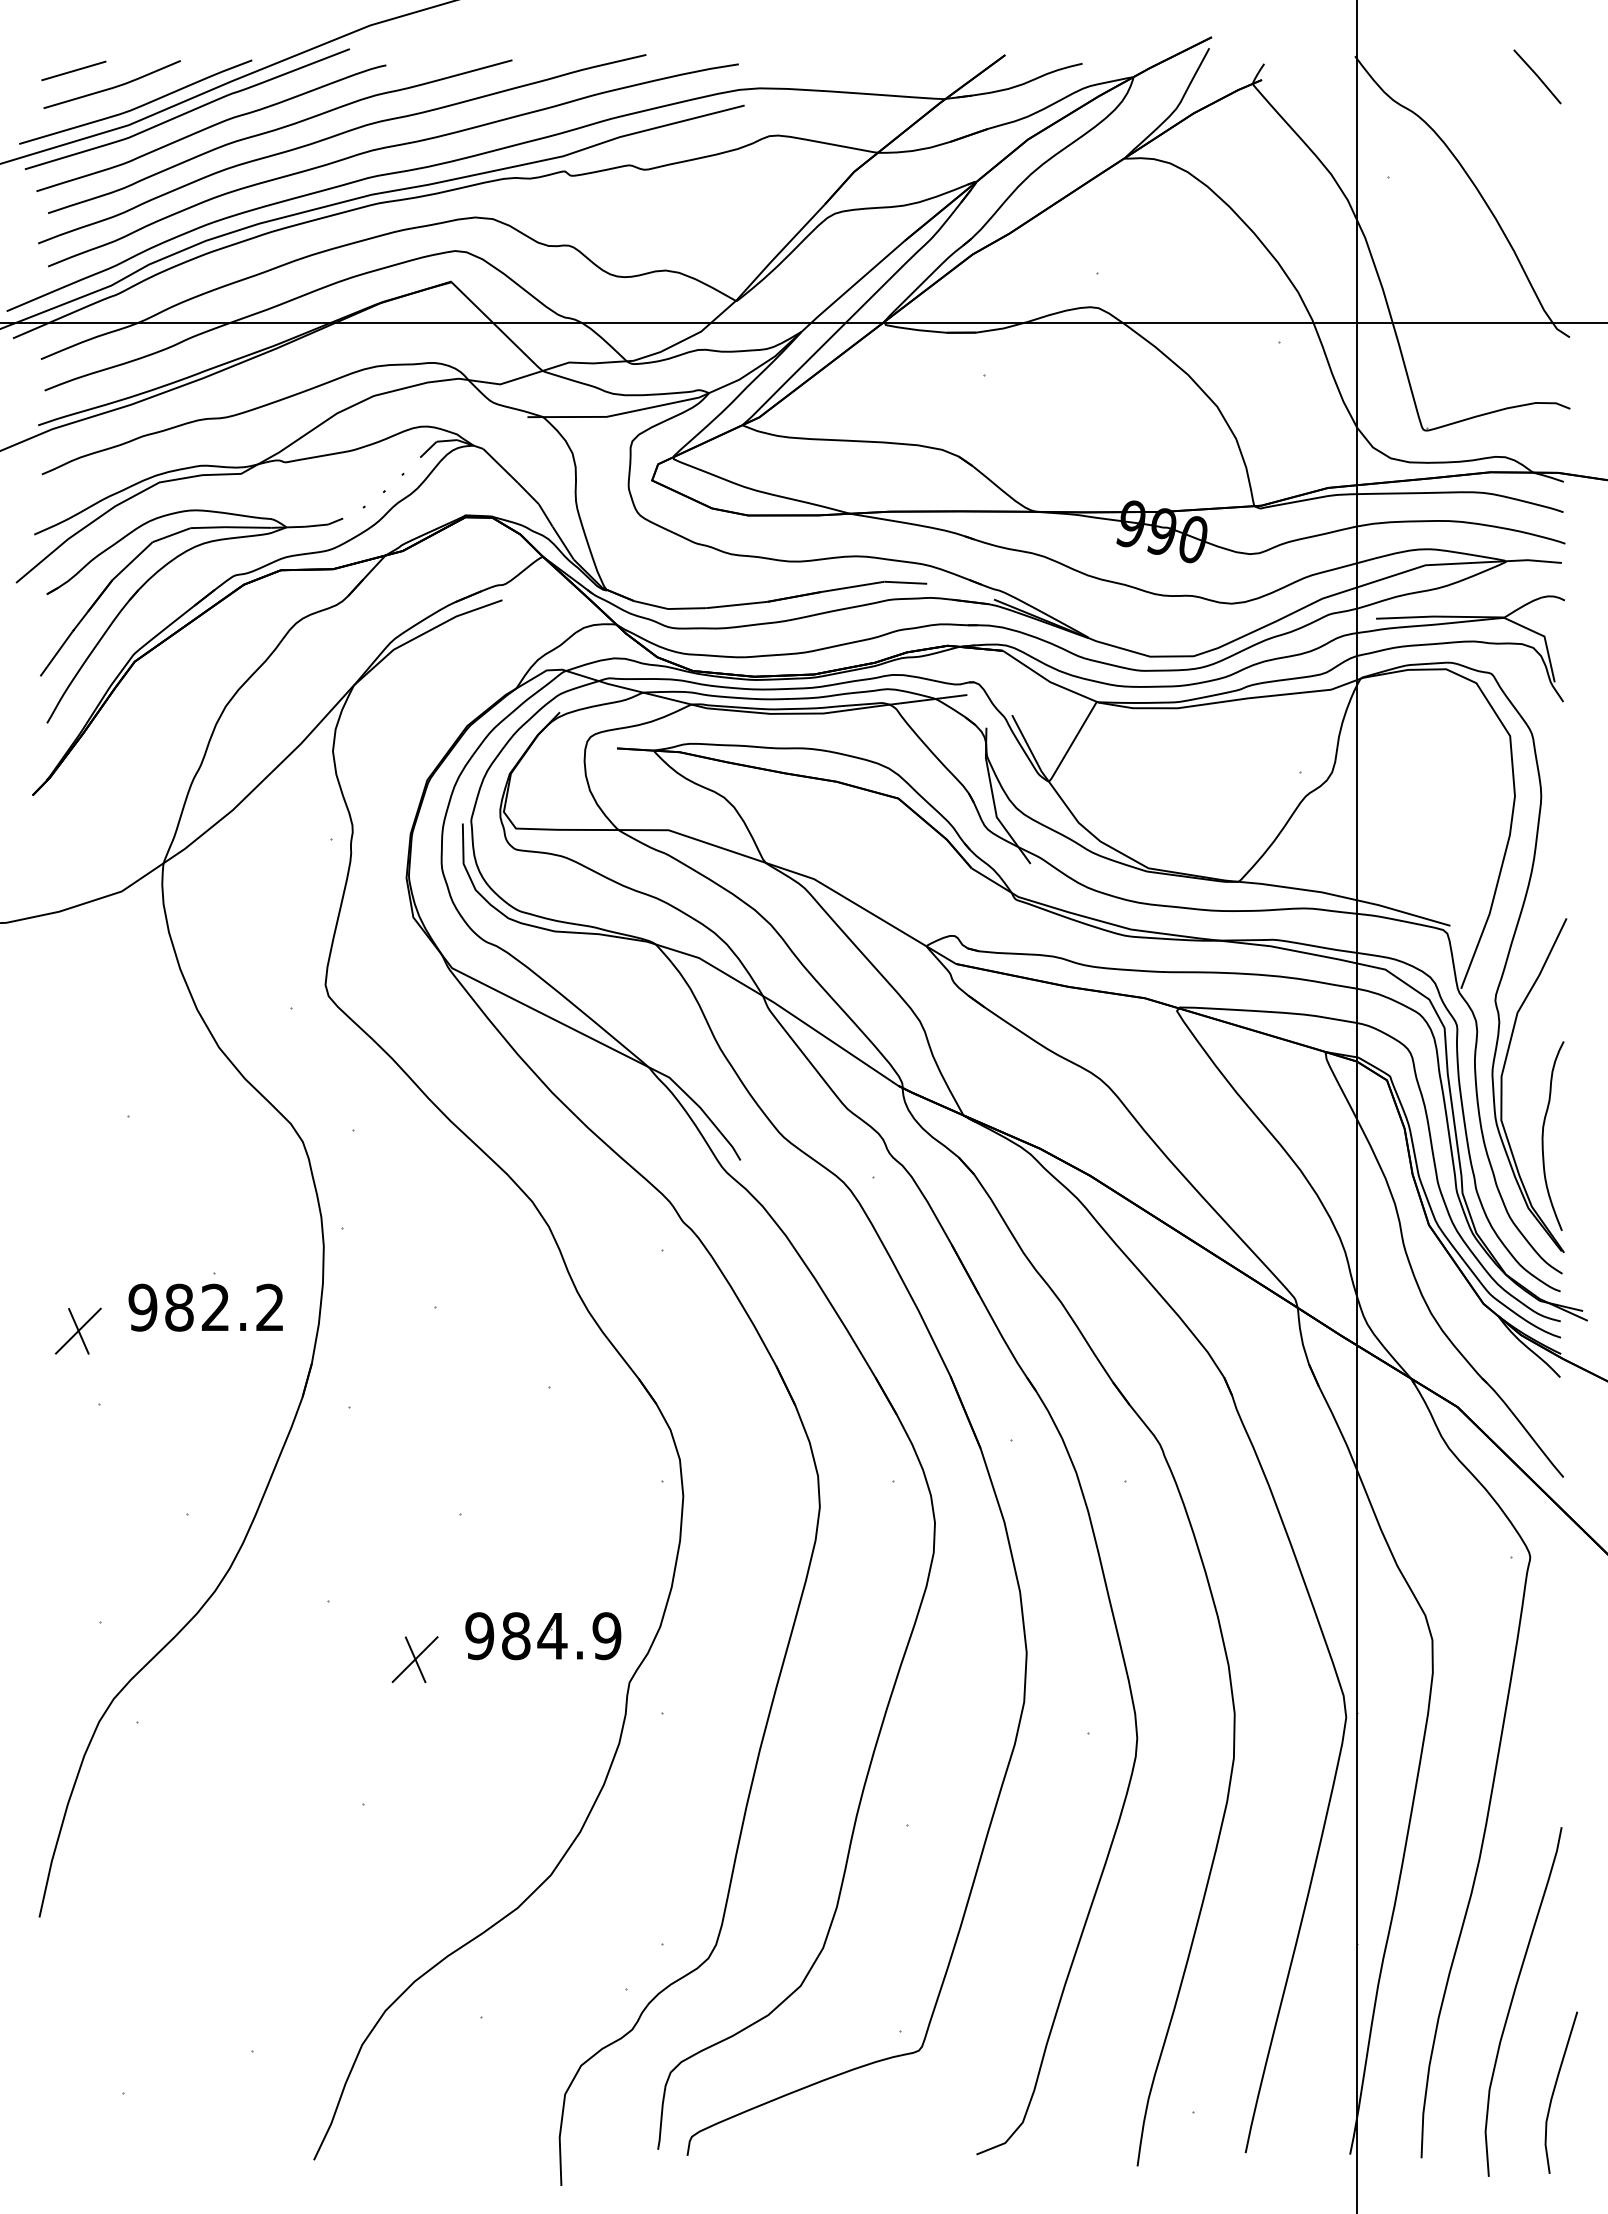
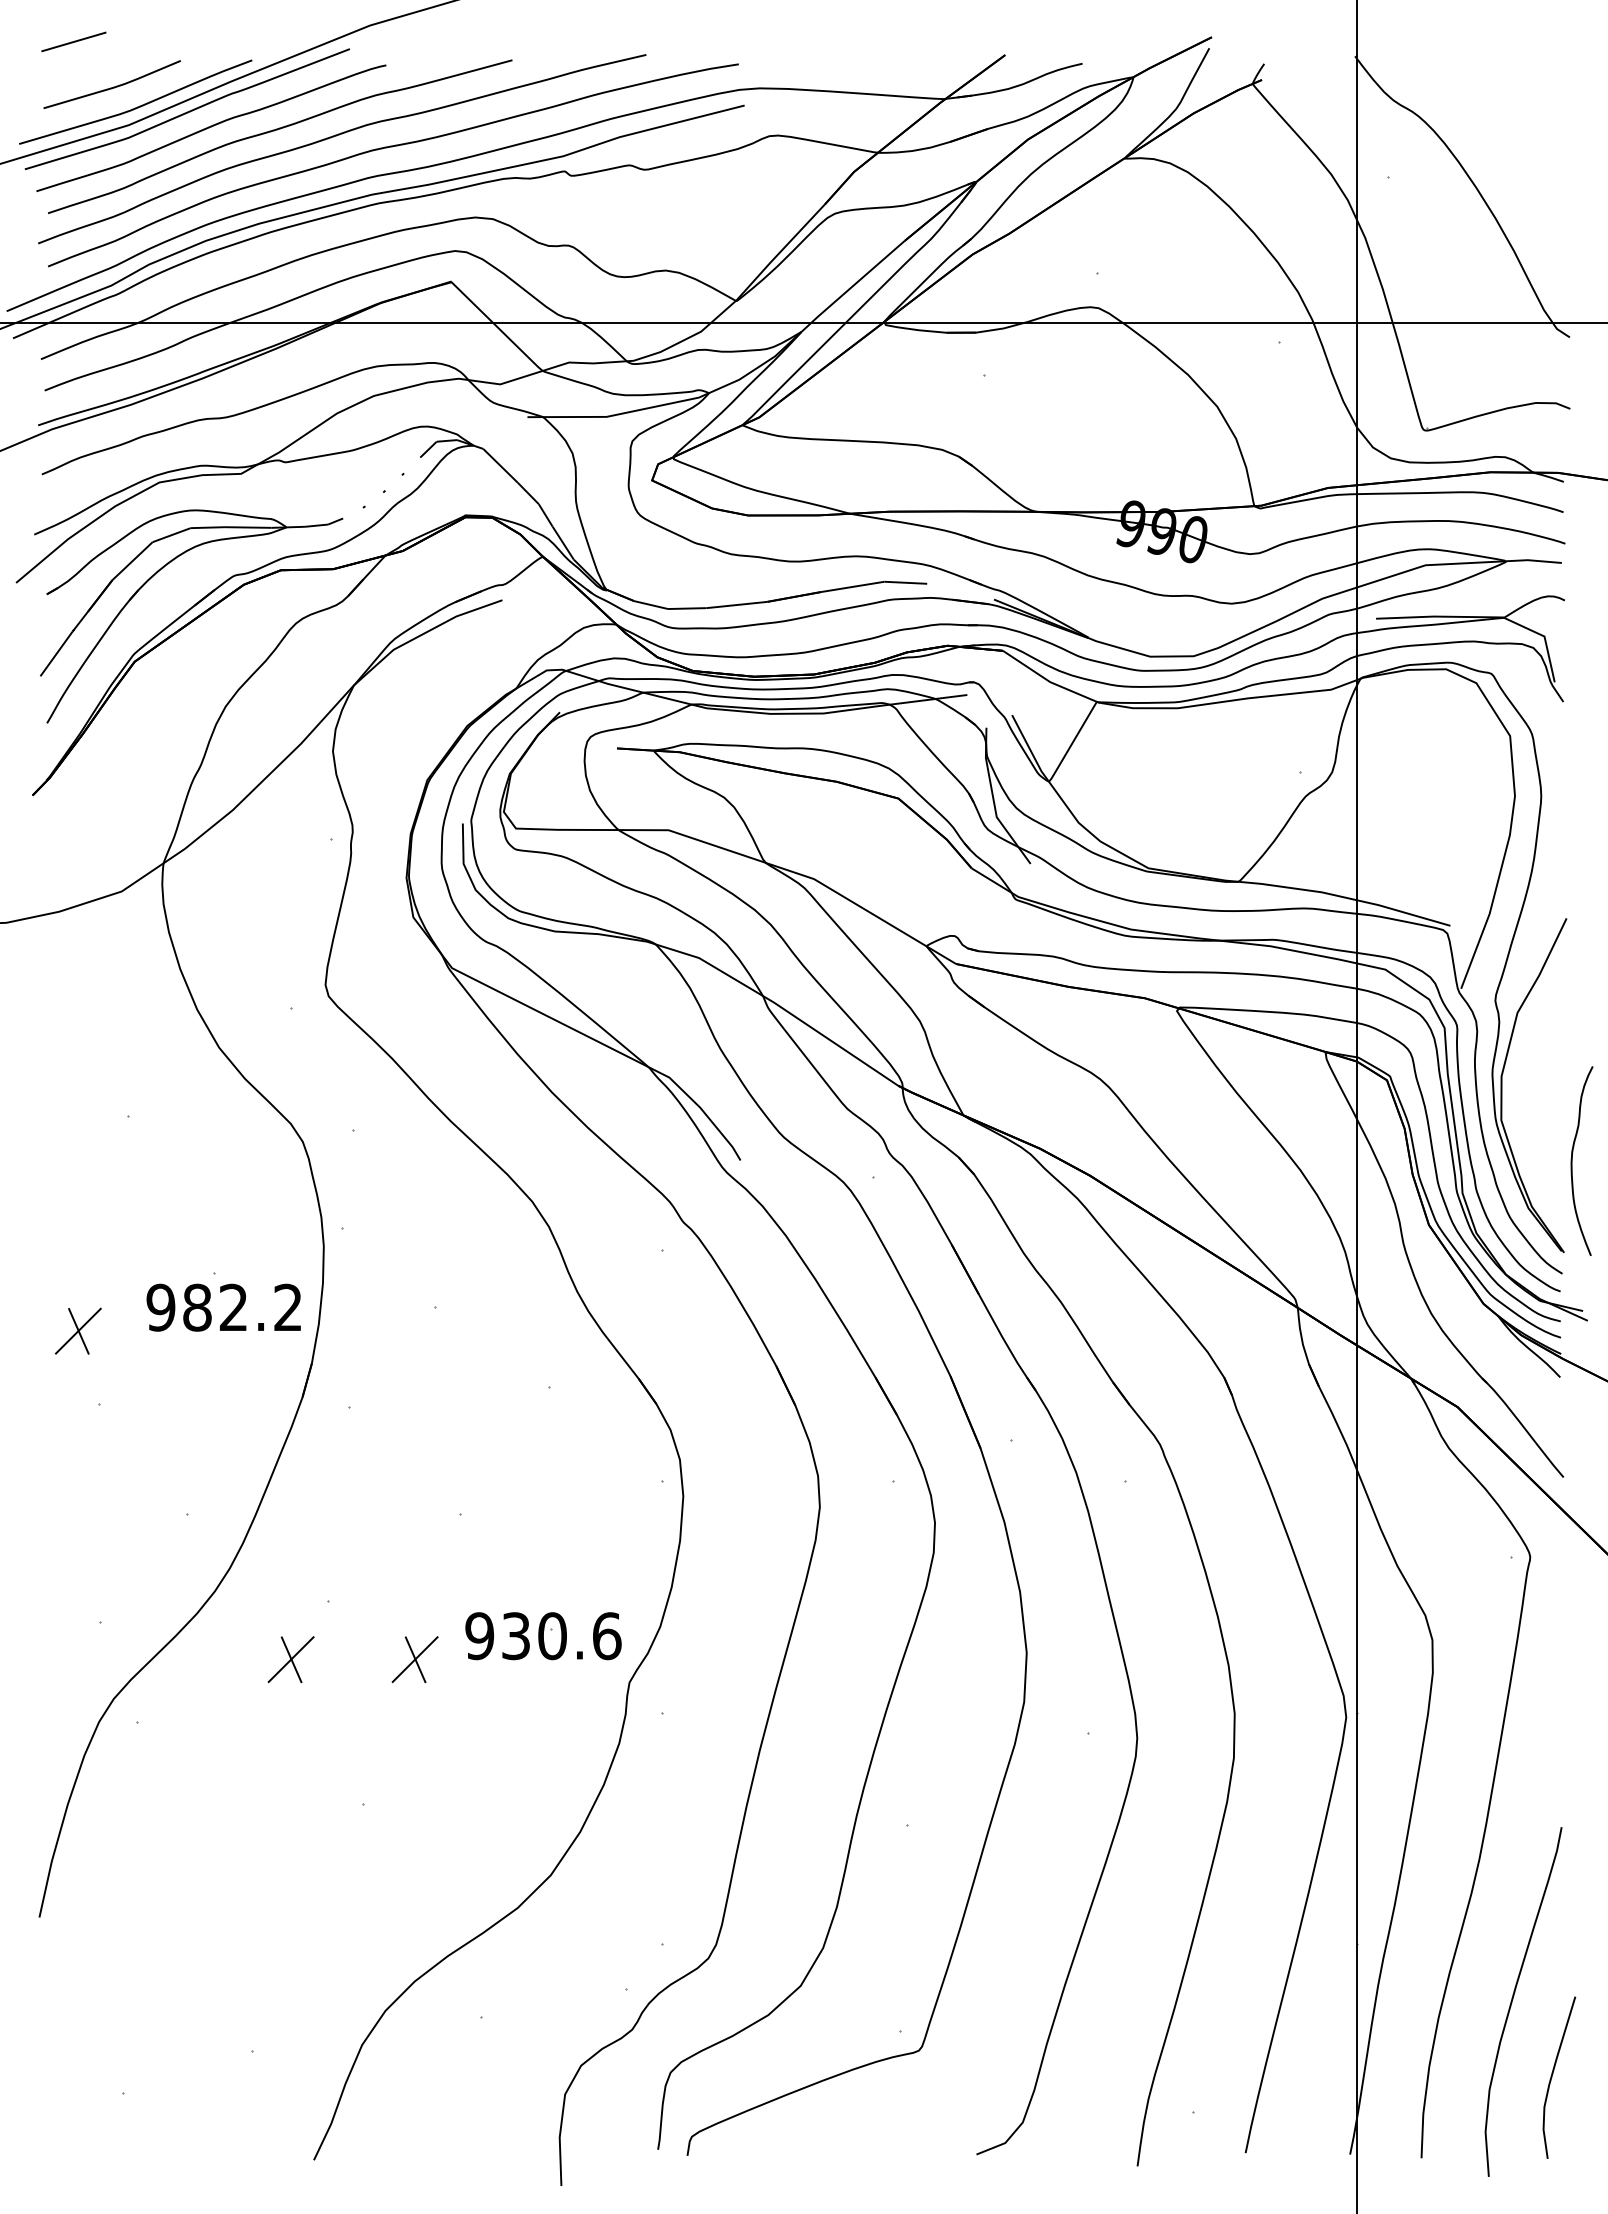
line at (73, 70) position: (73, 70) -> (73, 41)
line at (1537, 76): present -> none
curve at (1543, 1135) position: (1543, 1135) -> (1572, 1160)
text at (205, 1307) position: (205, 1307) -> (223, 1307)
text at (561, 1636): 984.9 -> 930.6
part at (290, 1659): none -> present
curve at (1555, 2089) position: (1555, 2089) -> (1553, 2074)
